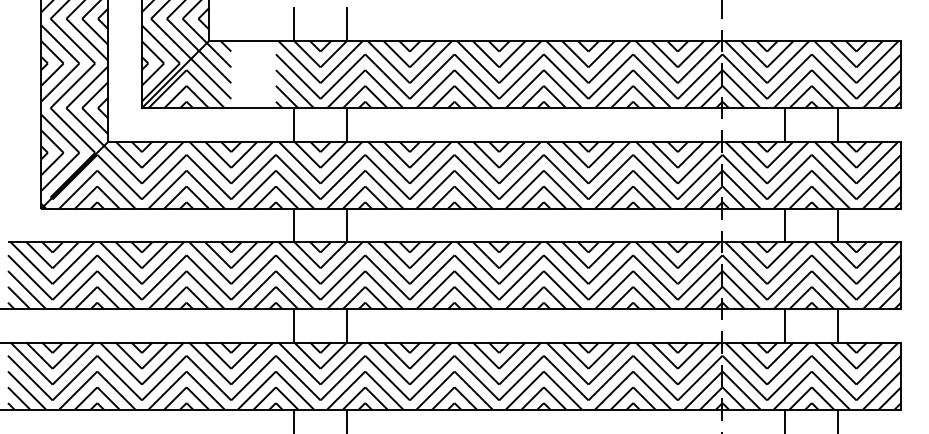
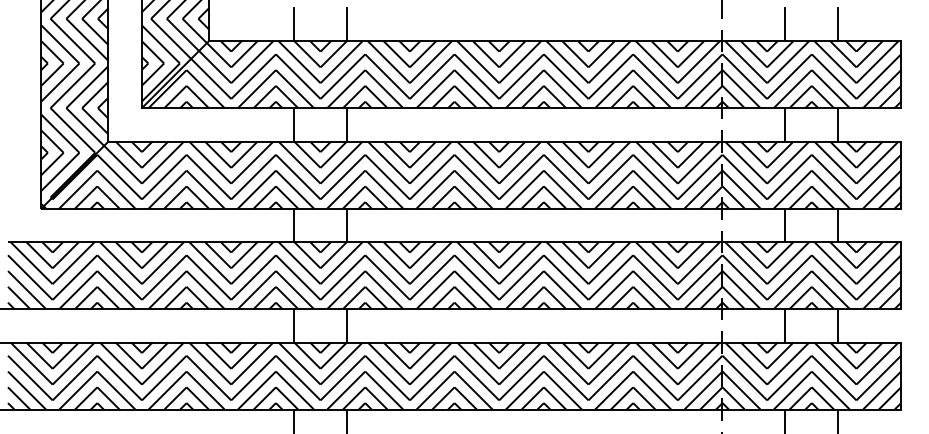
line at (784, 24): none -> present
line at (838, 24): none -> present
hatch at (253, 74): none -> present
